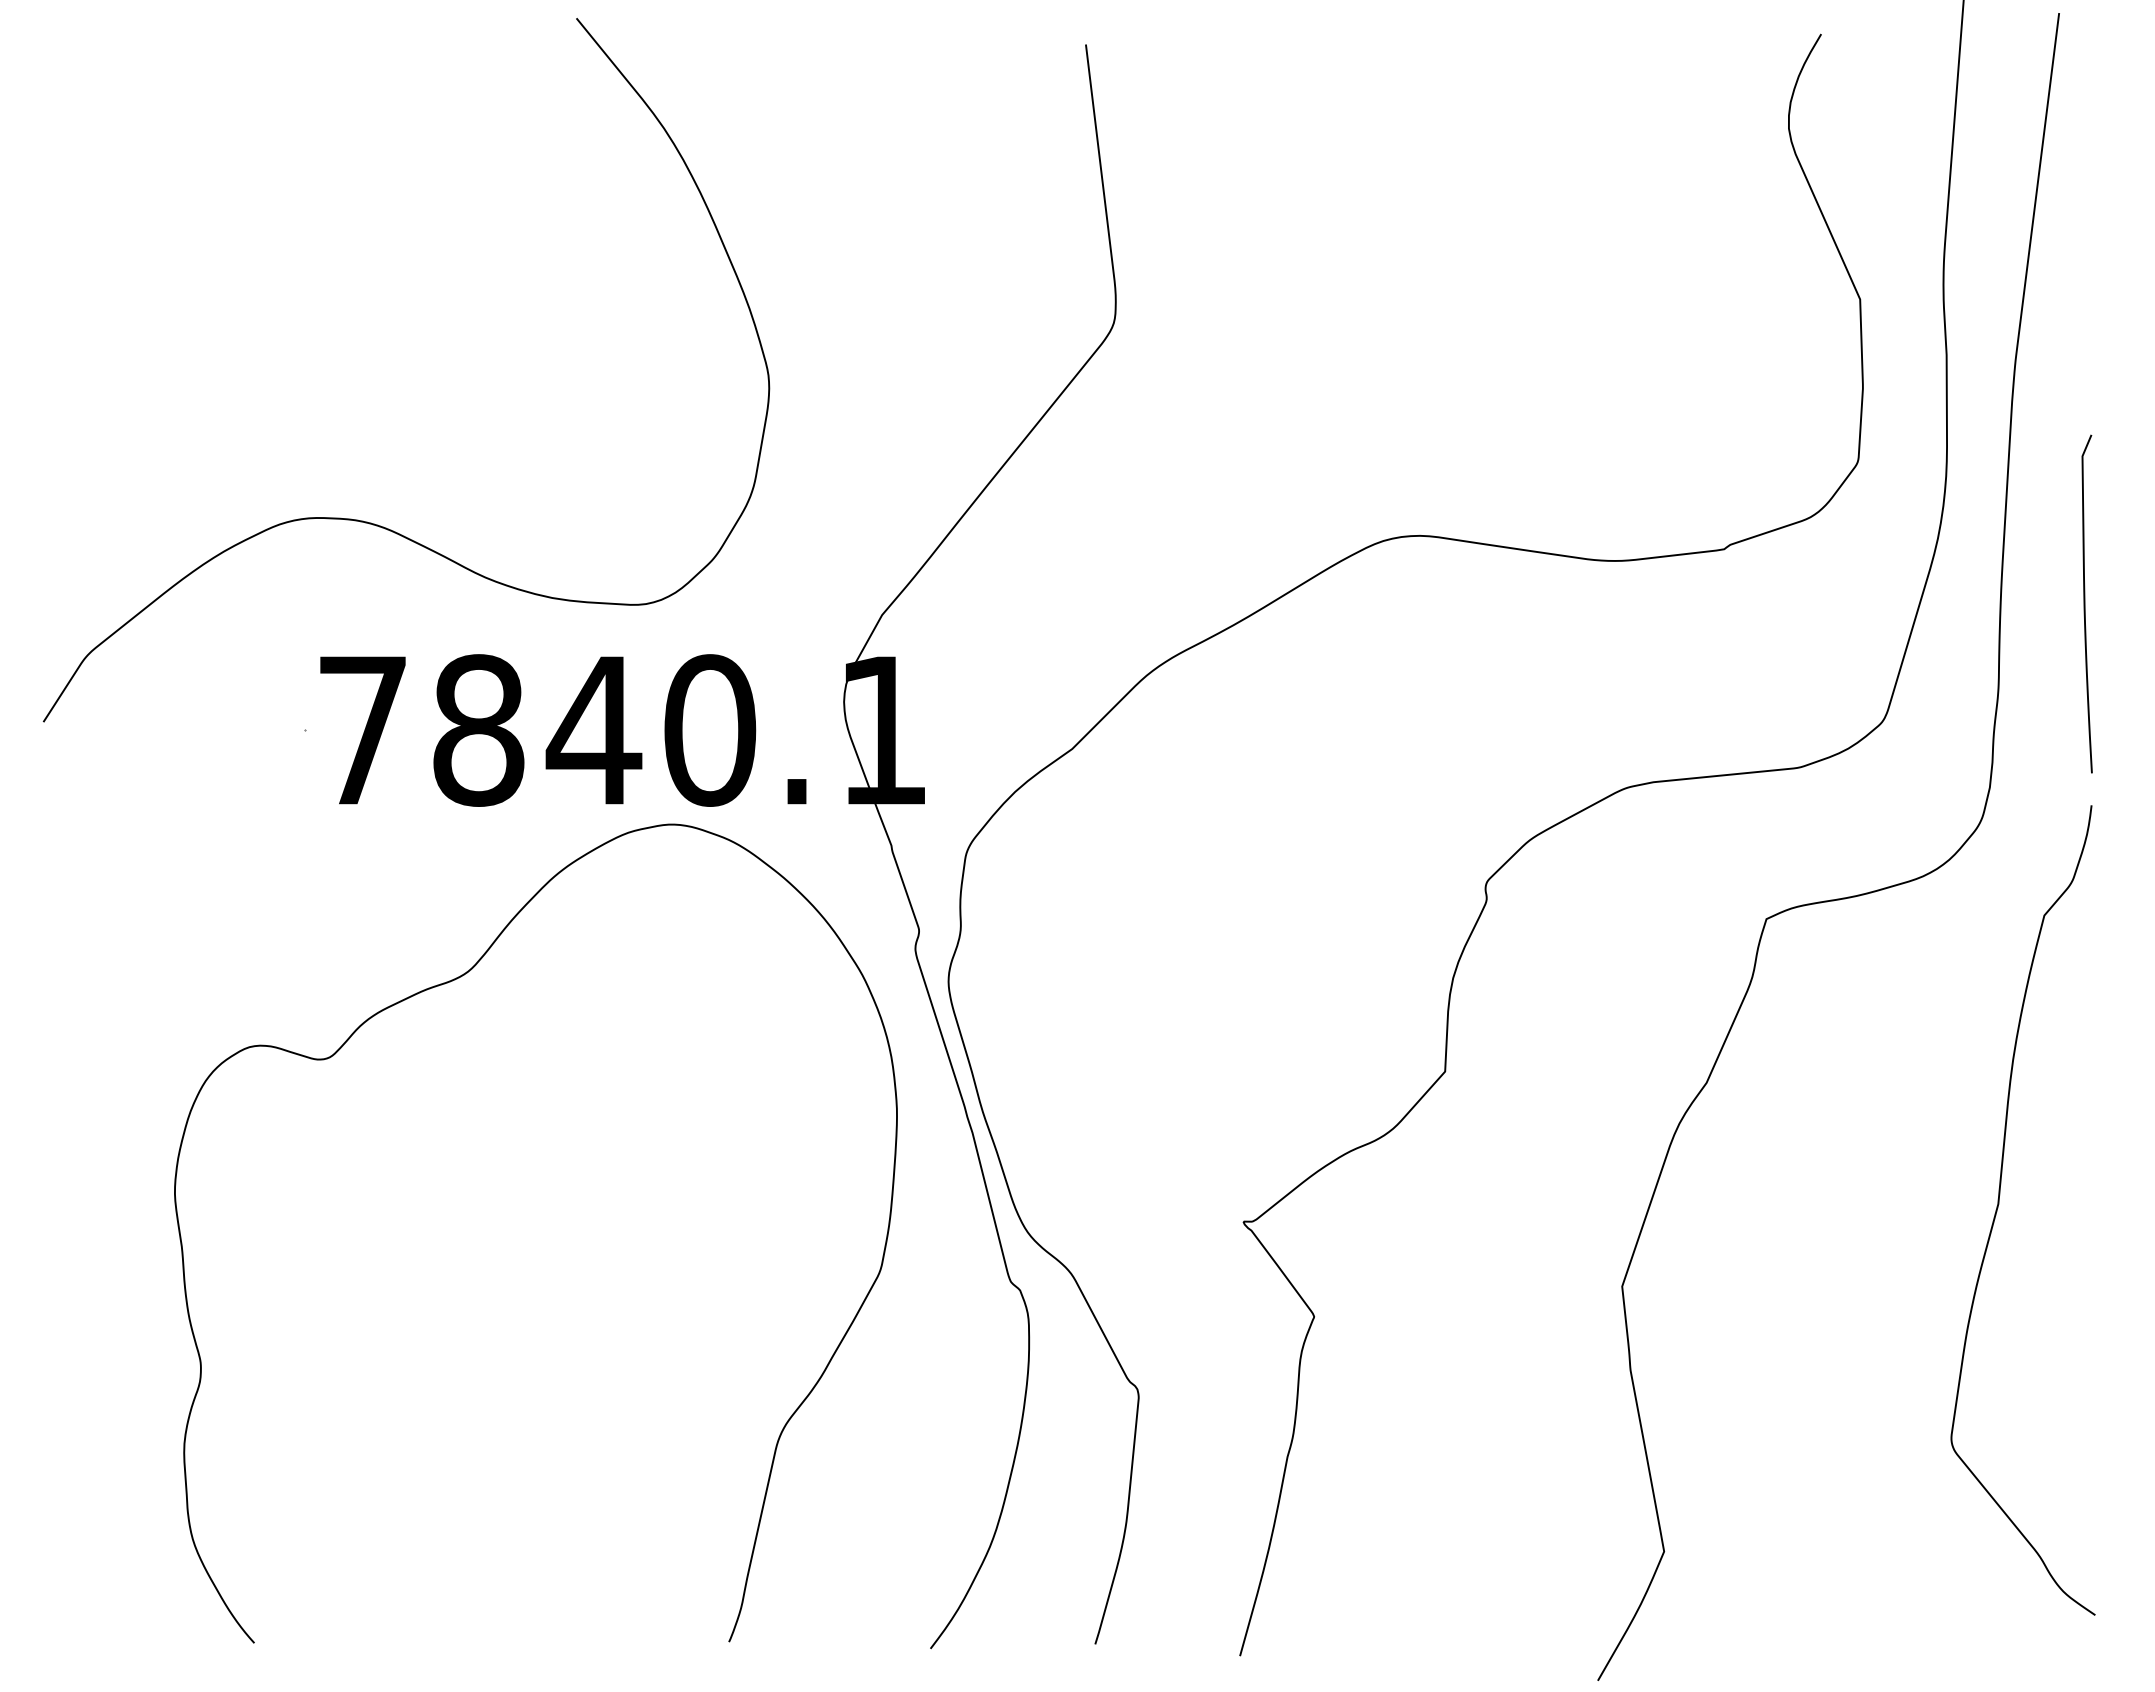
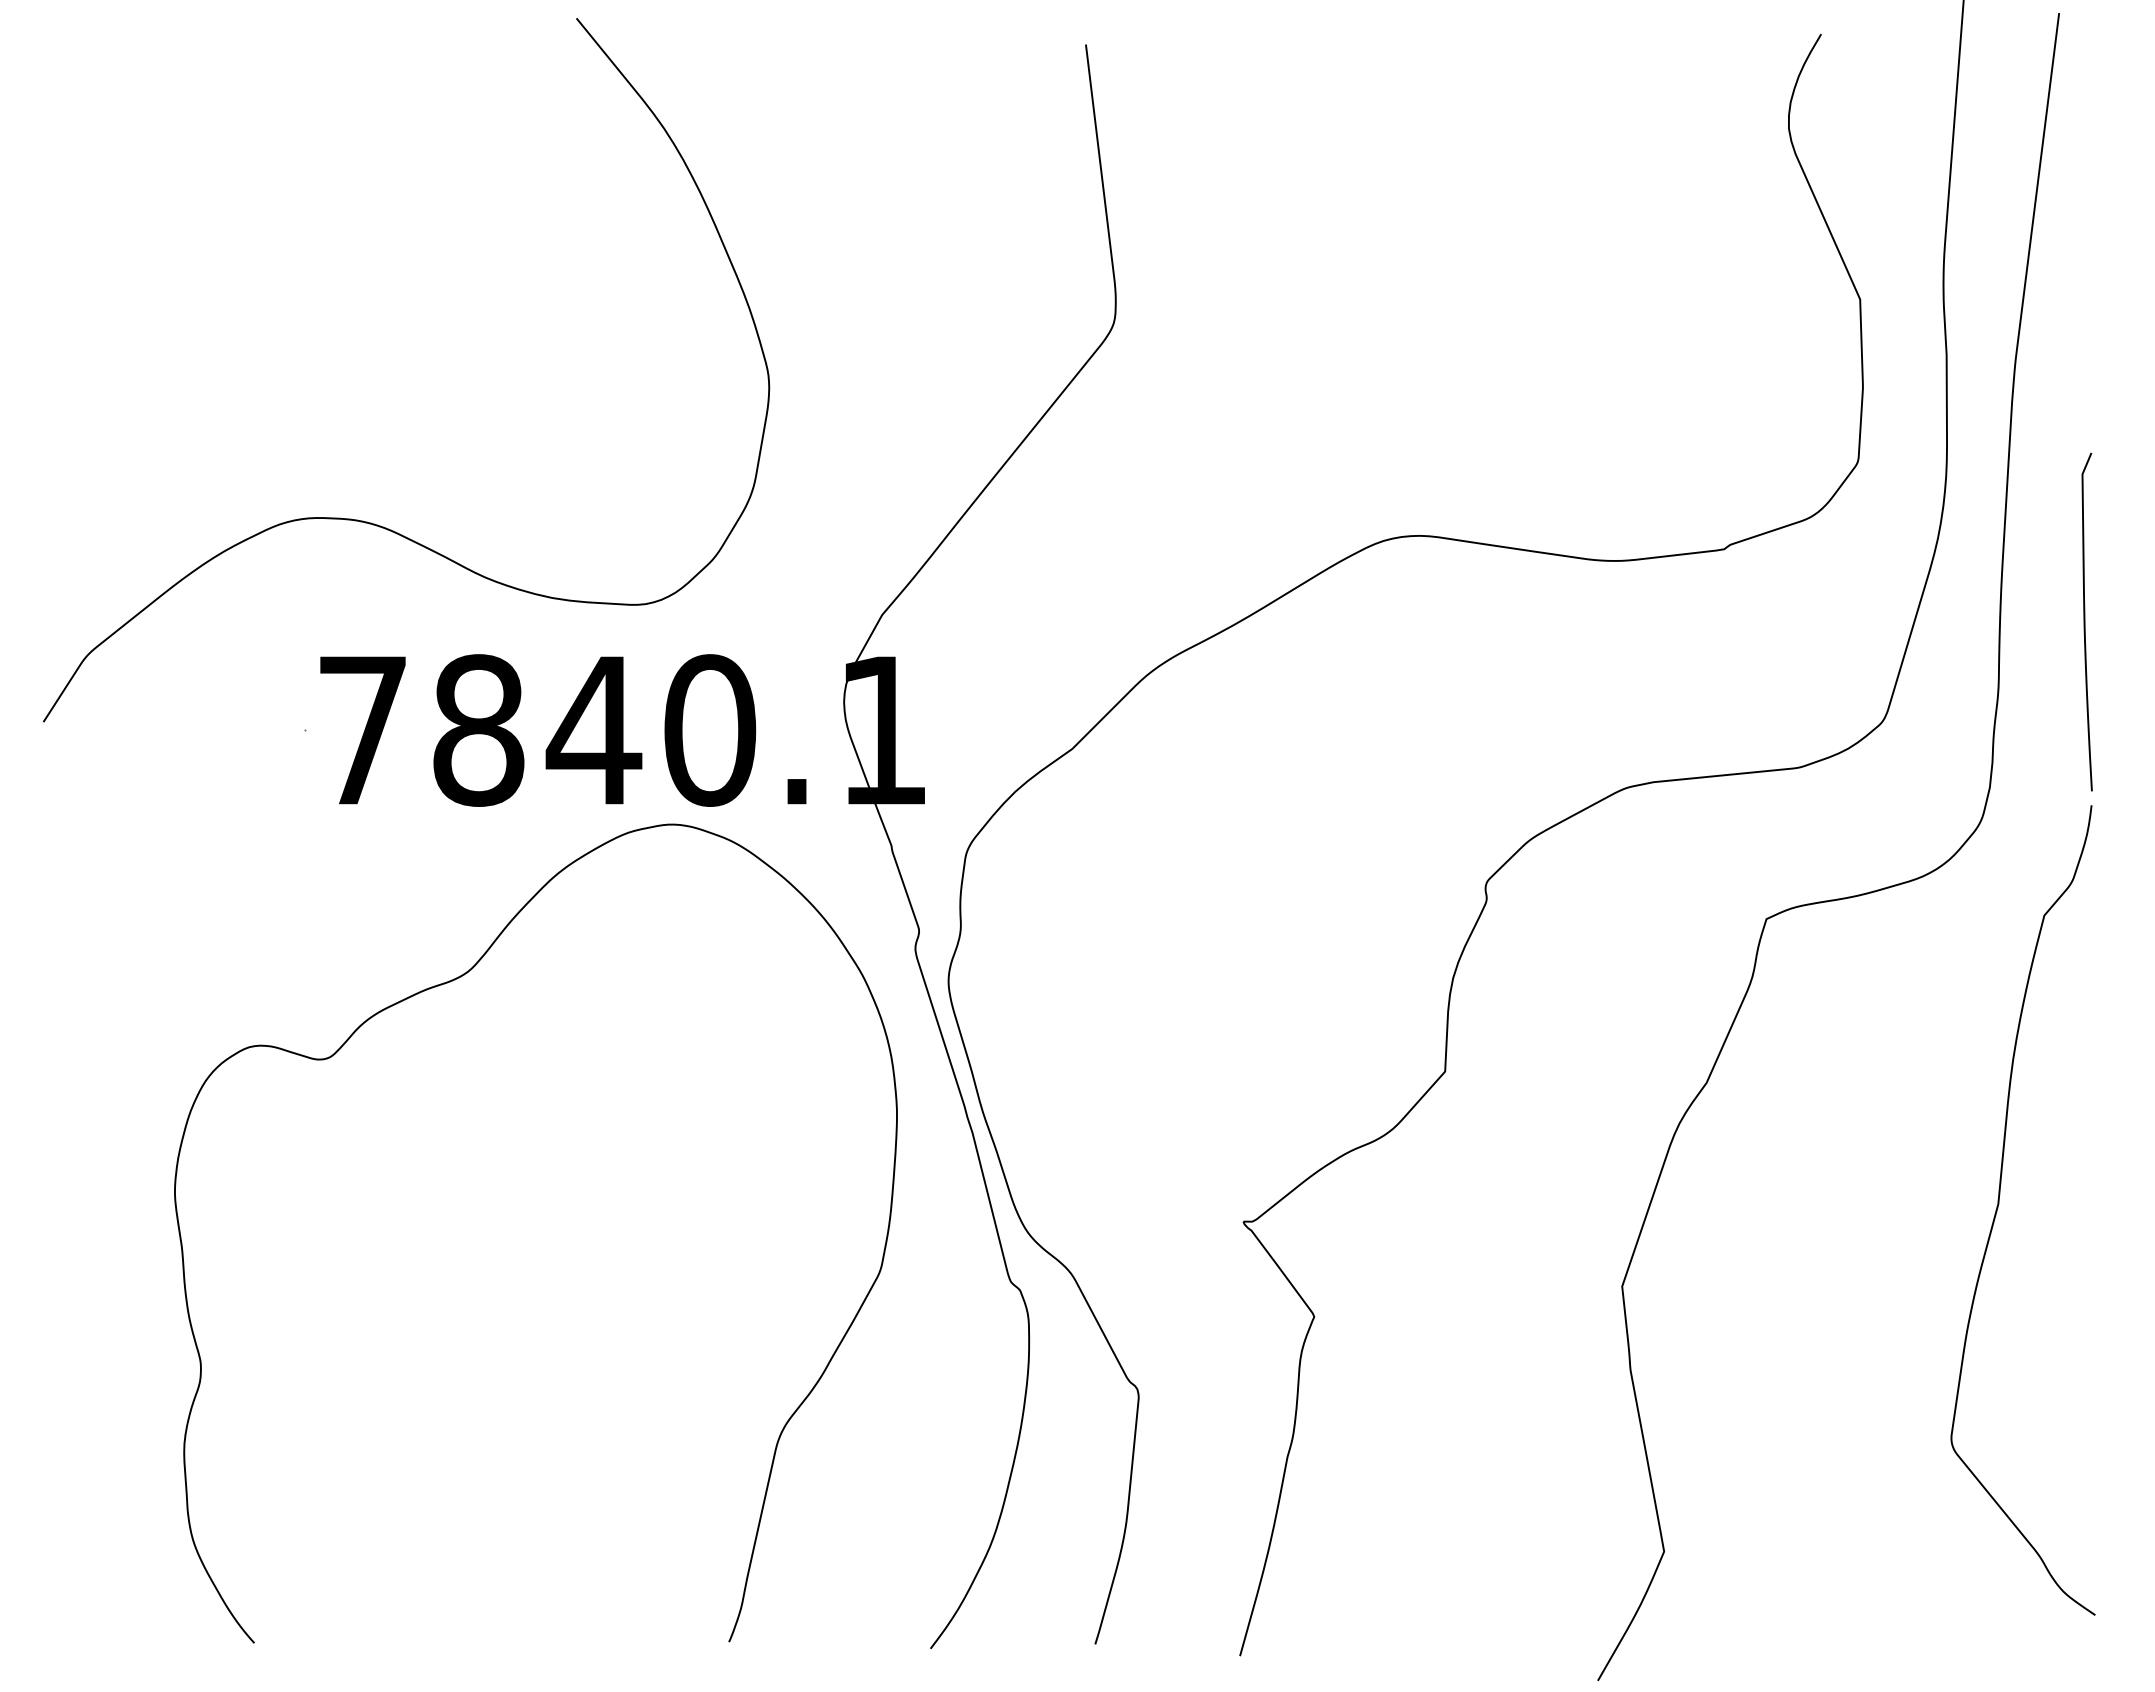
curve at (2085, 603) position: (2085, 603) -> (2085, 621)
